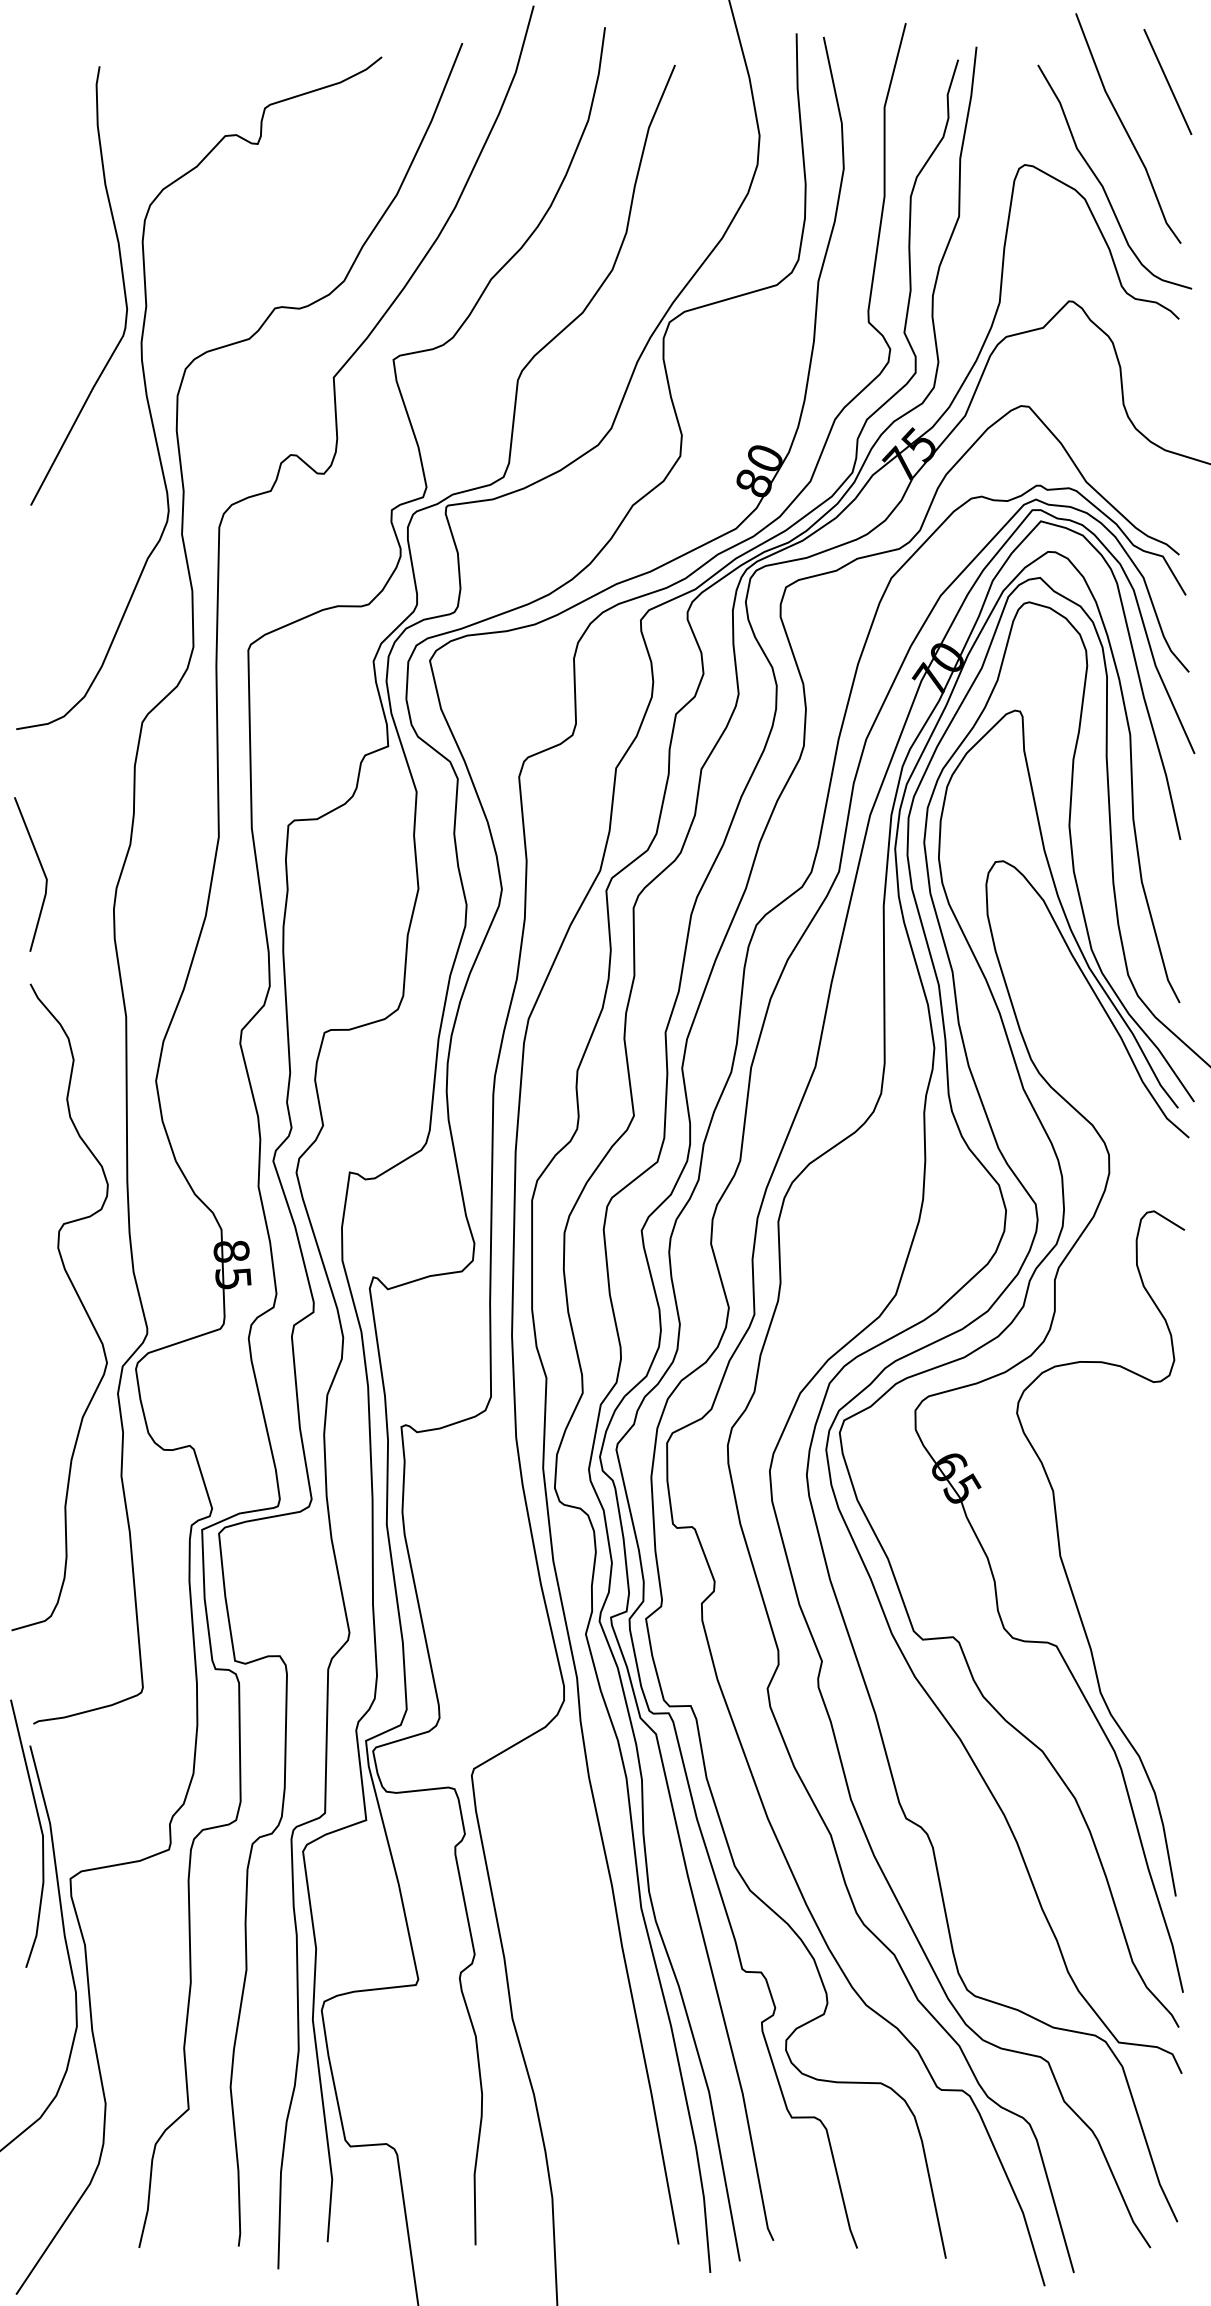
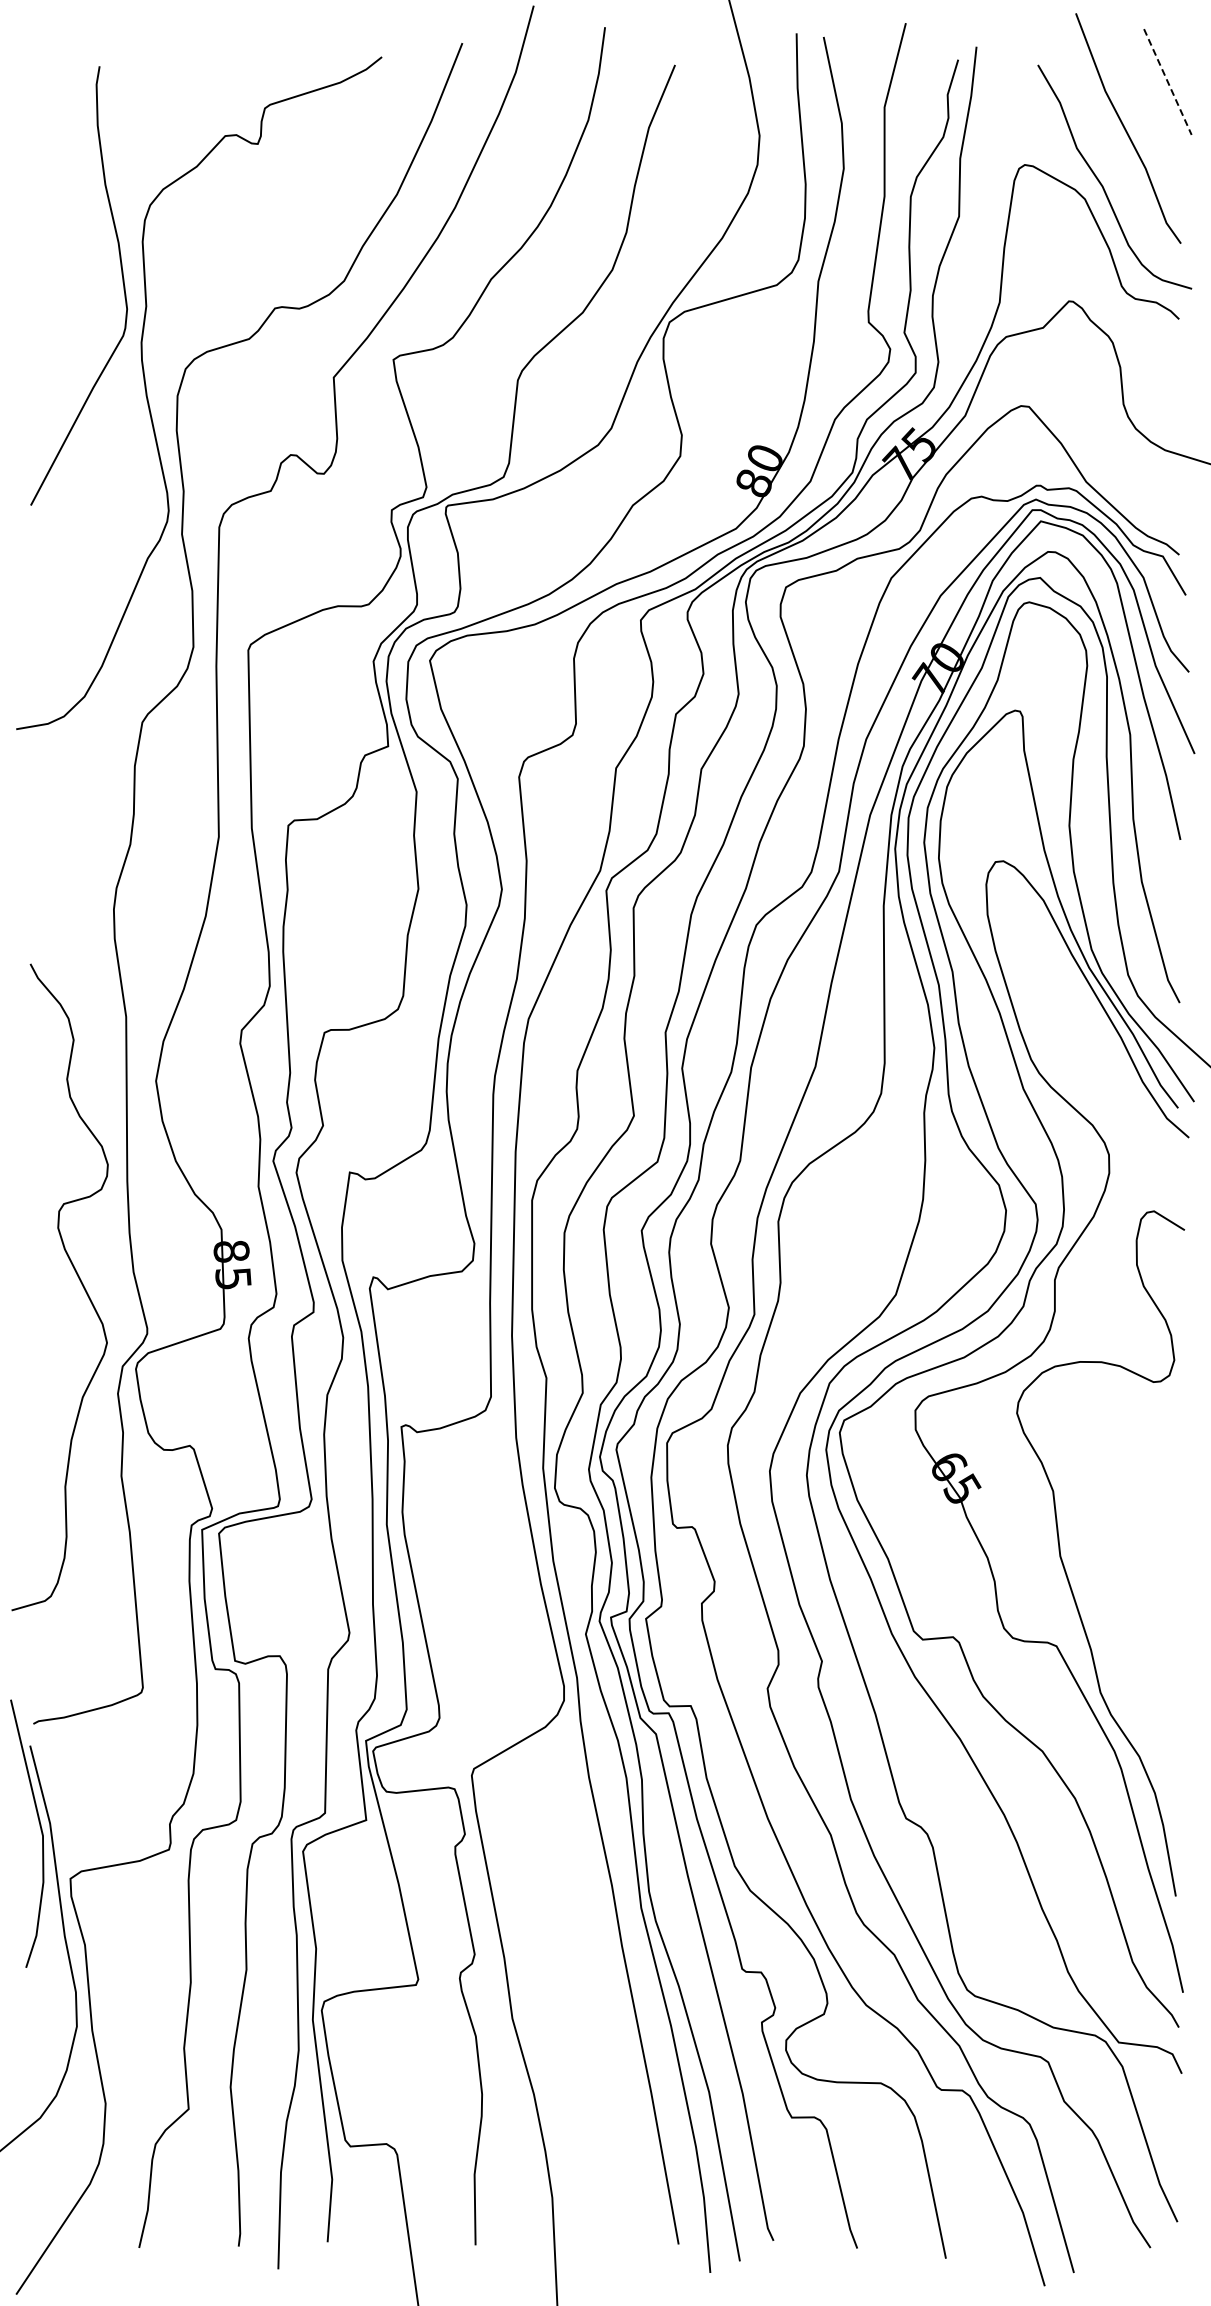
line at (1168, 82): solid -> dashed
line at (42, 871): present -> none
curve at (78, 1298) position: (78, 1298) -> (78, 1278)
